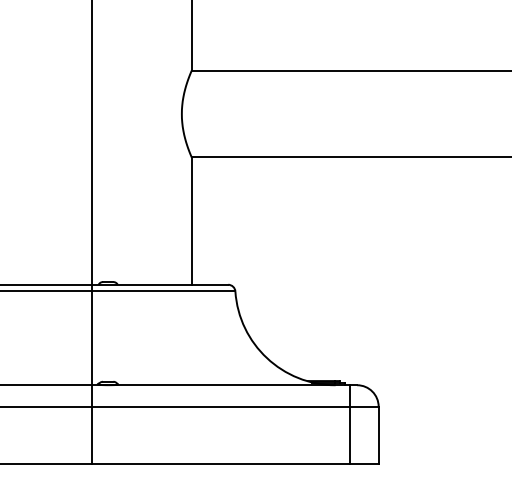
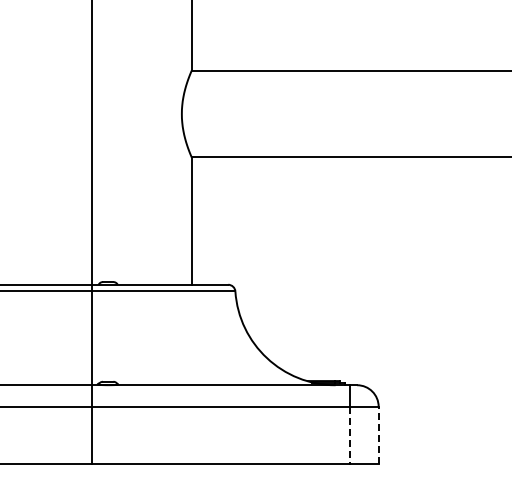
line at (349, 435): solid -> dashed
line at (378, 435): solid -> dashed
